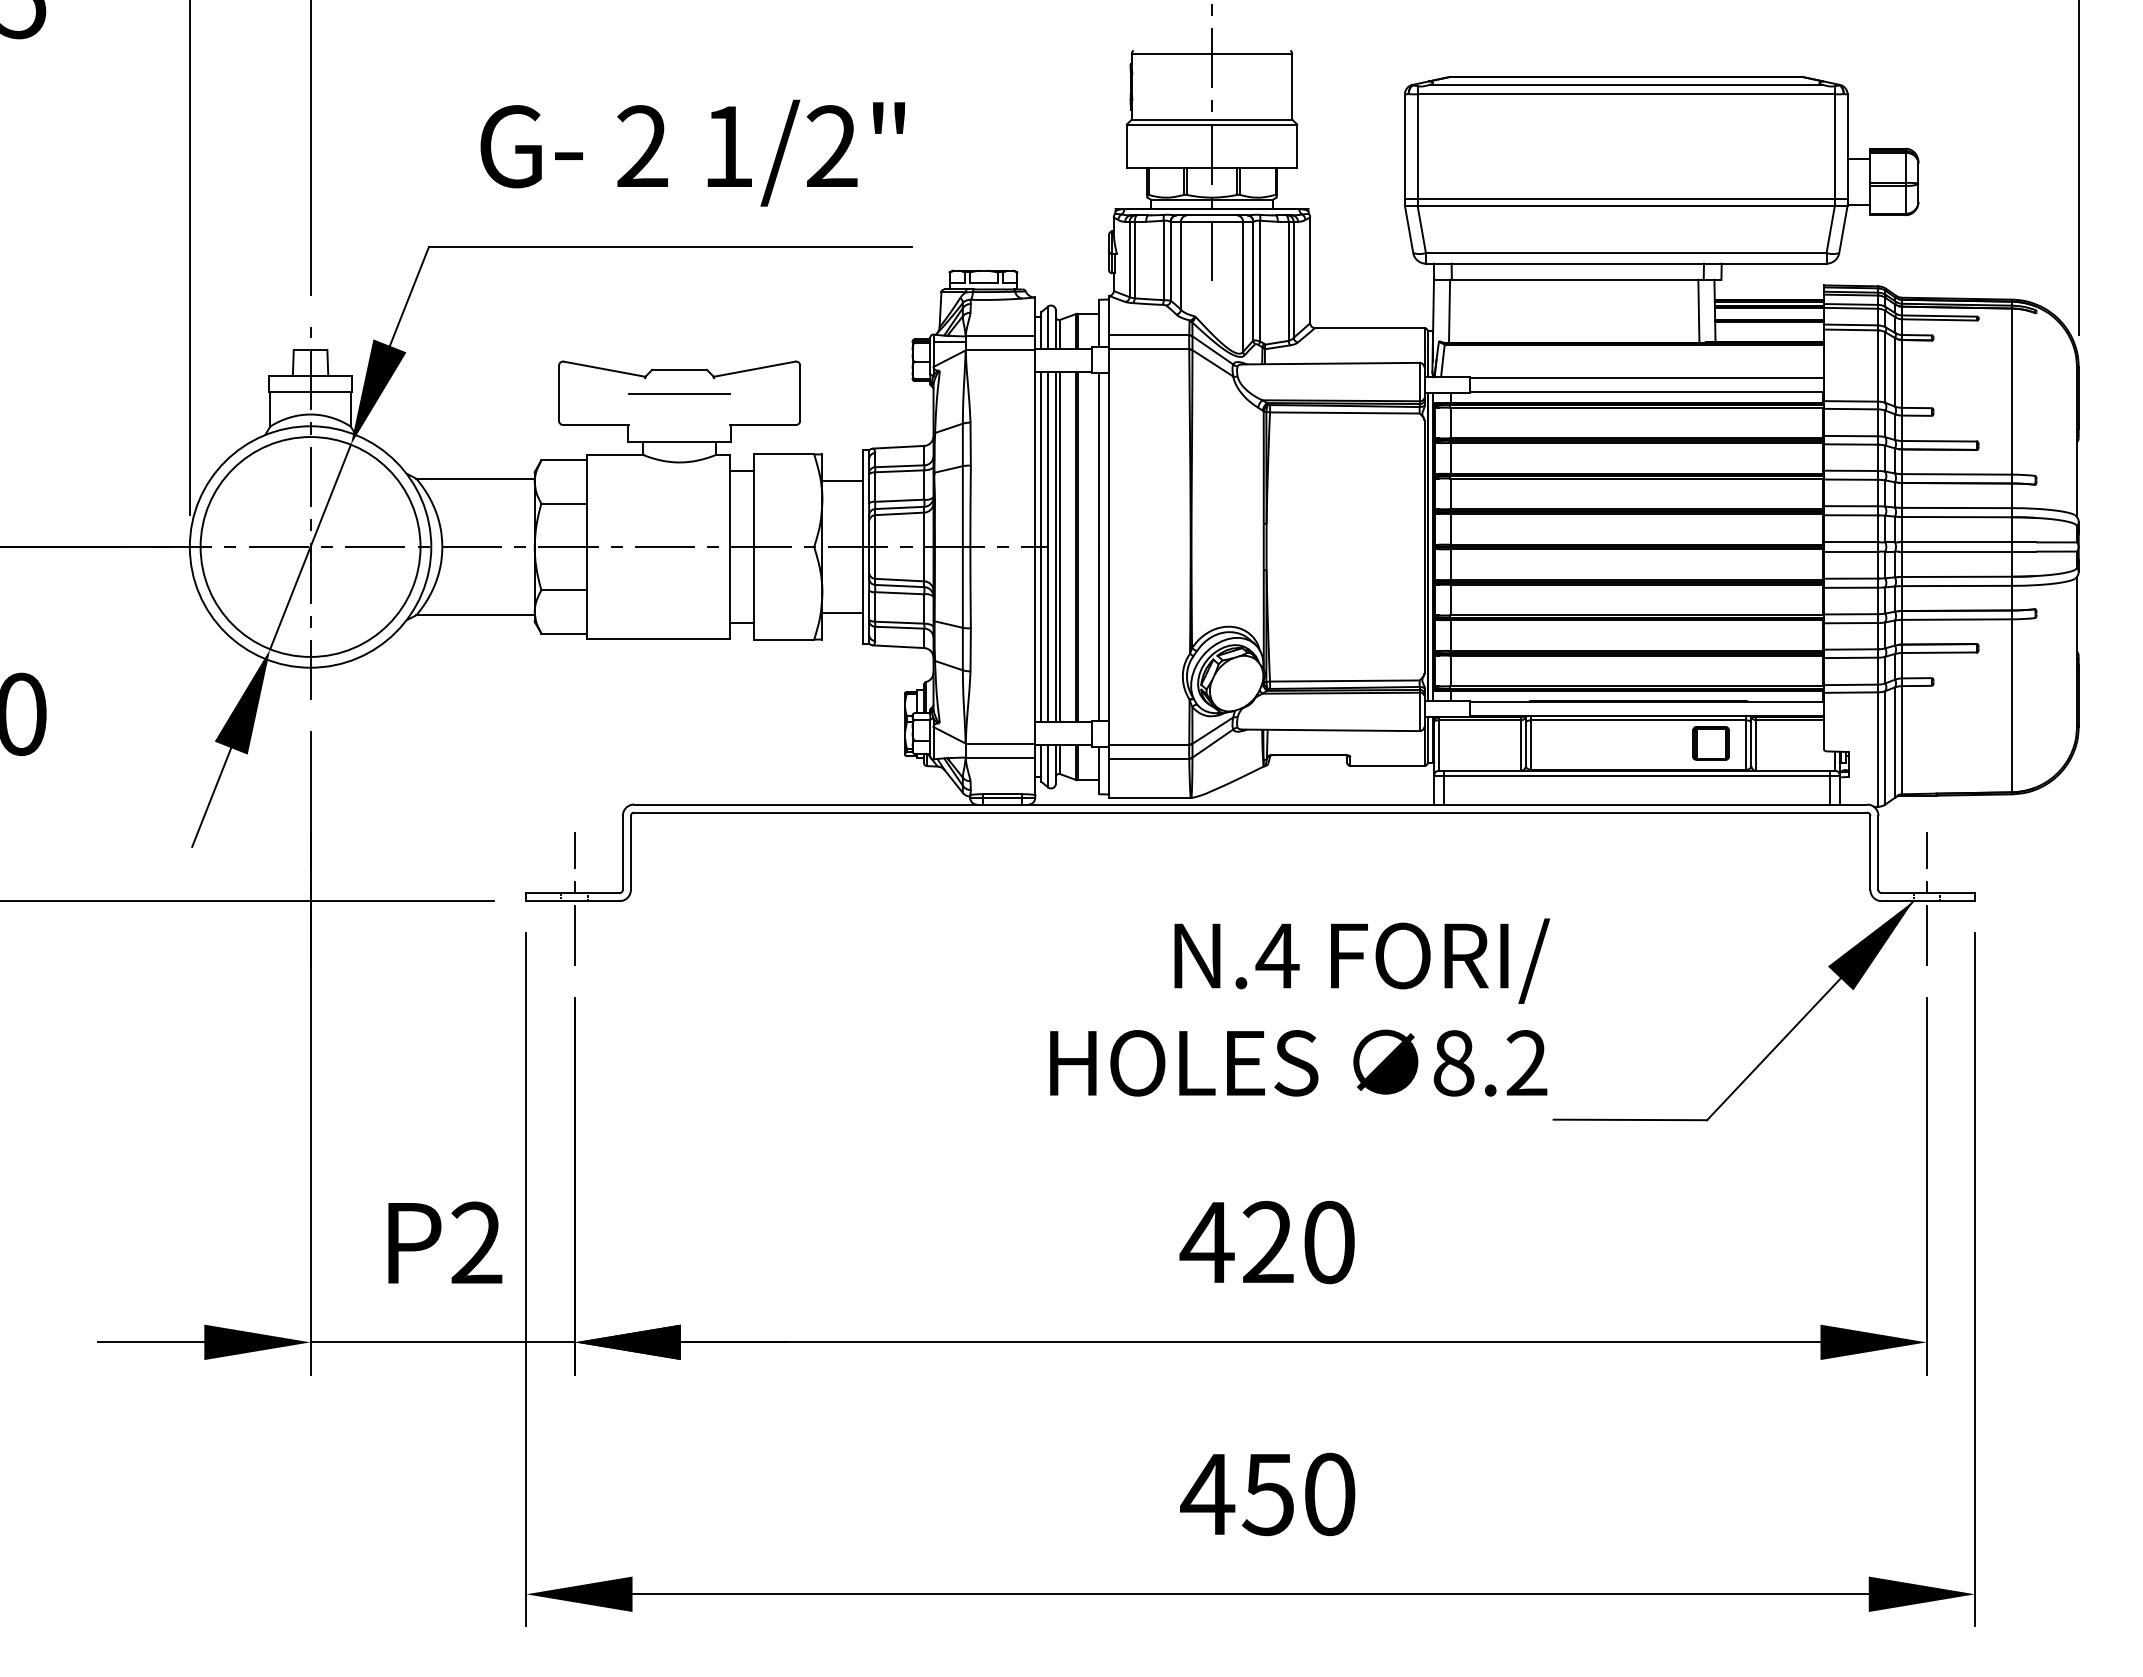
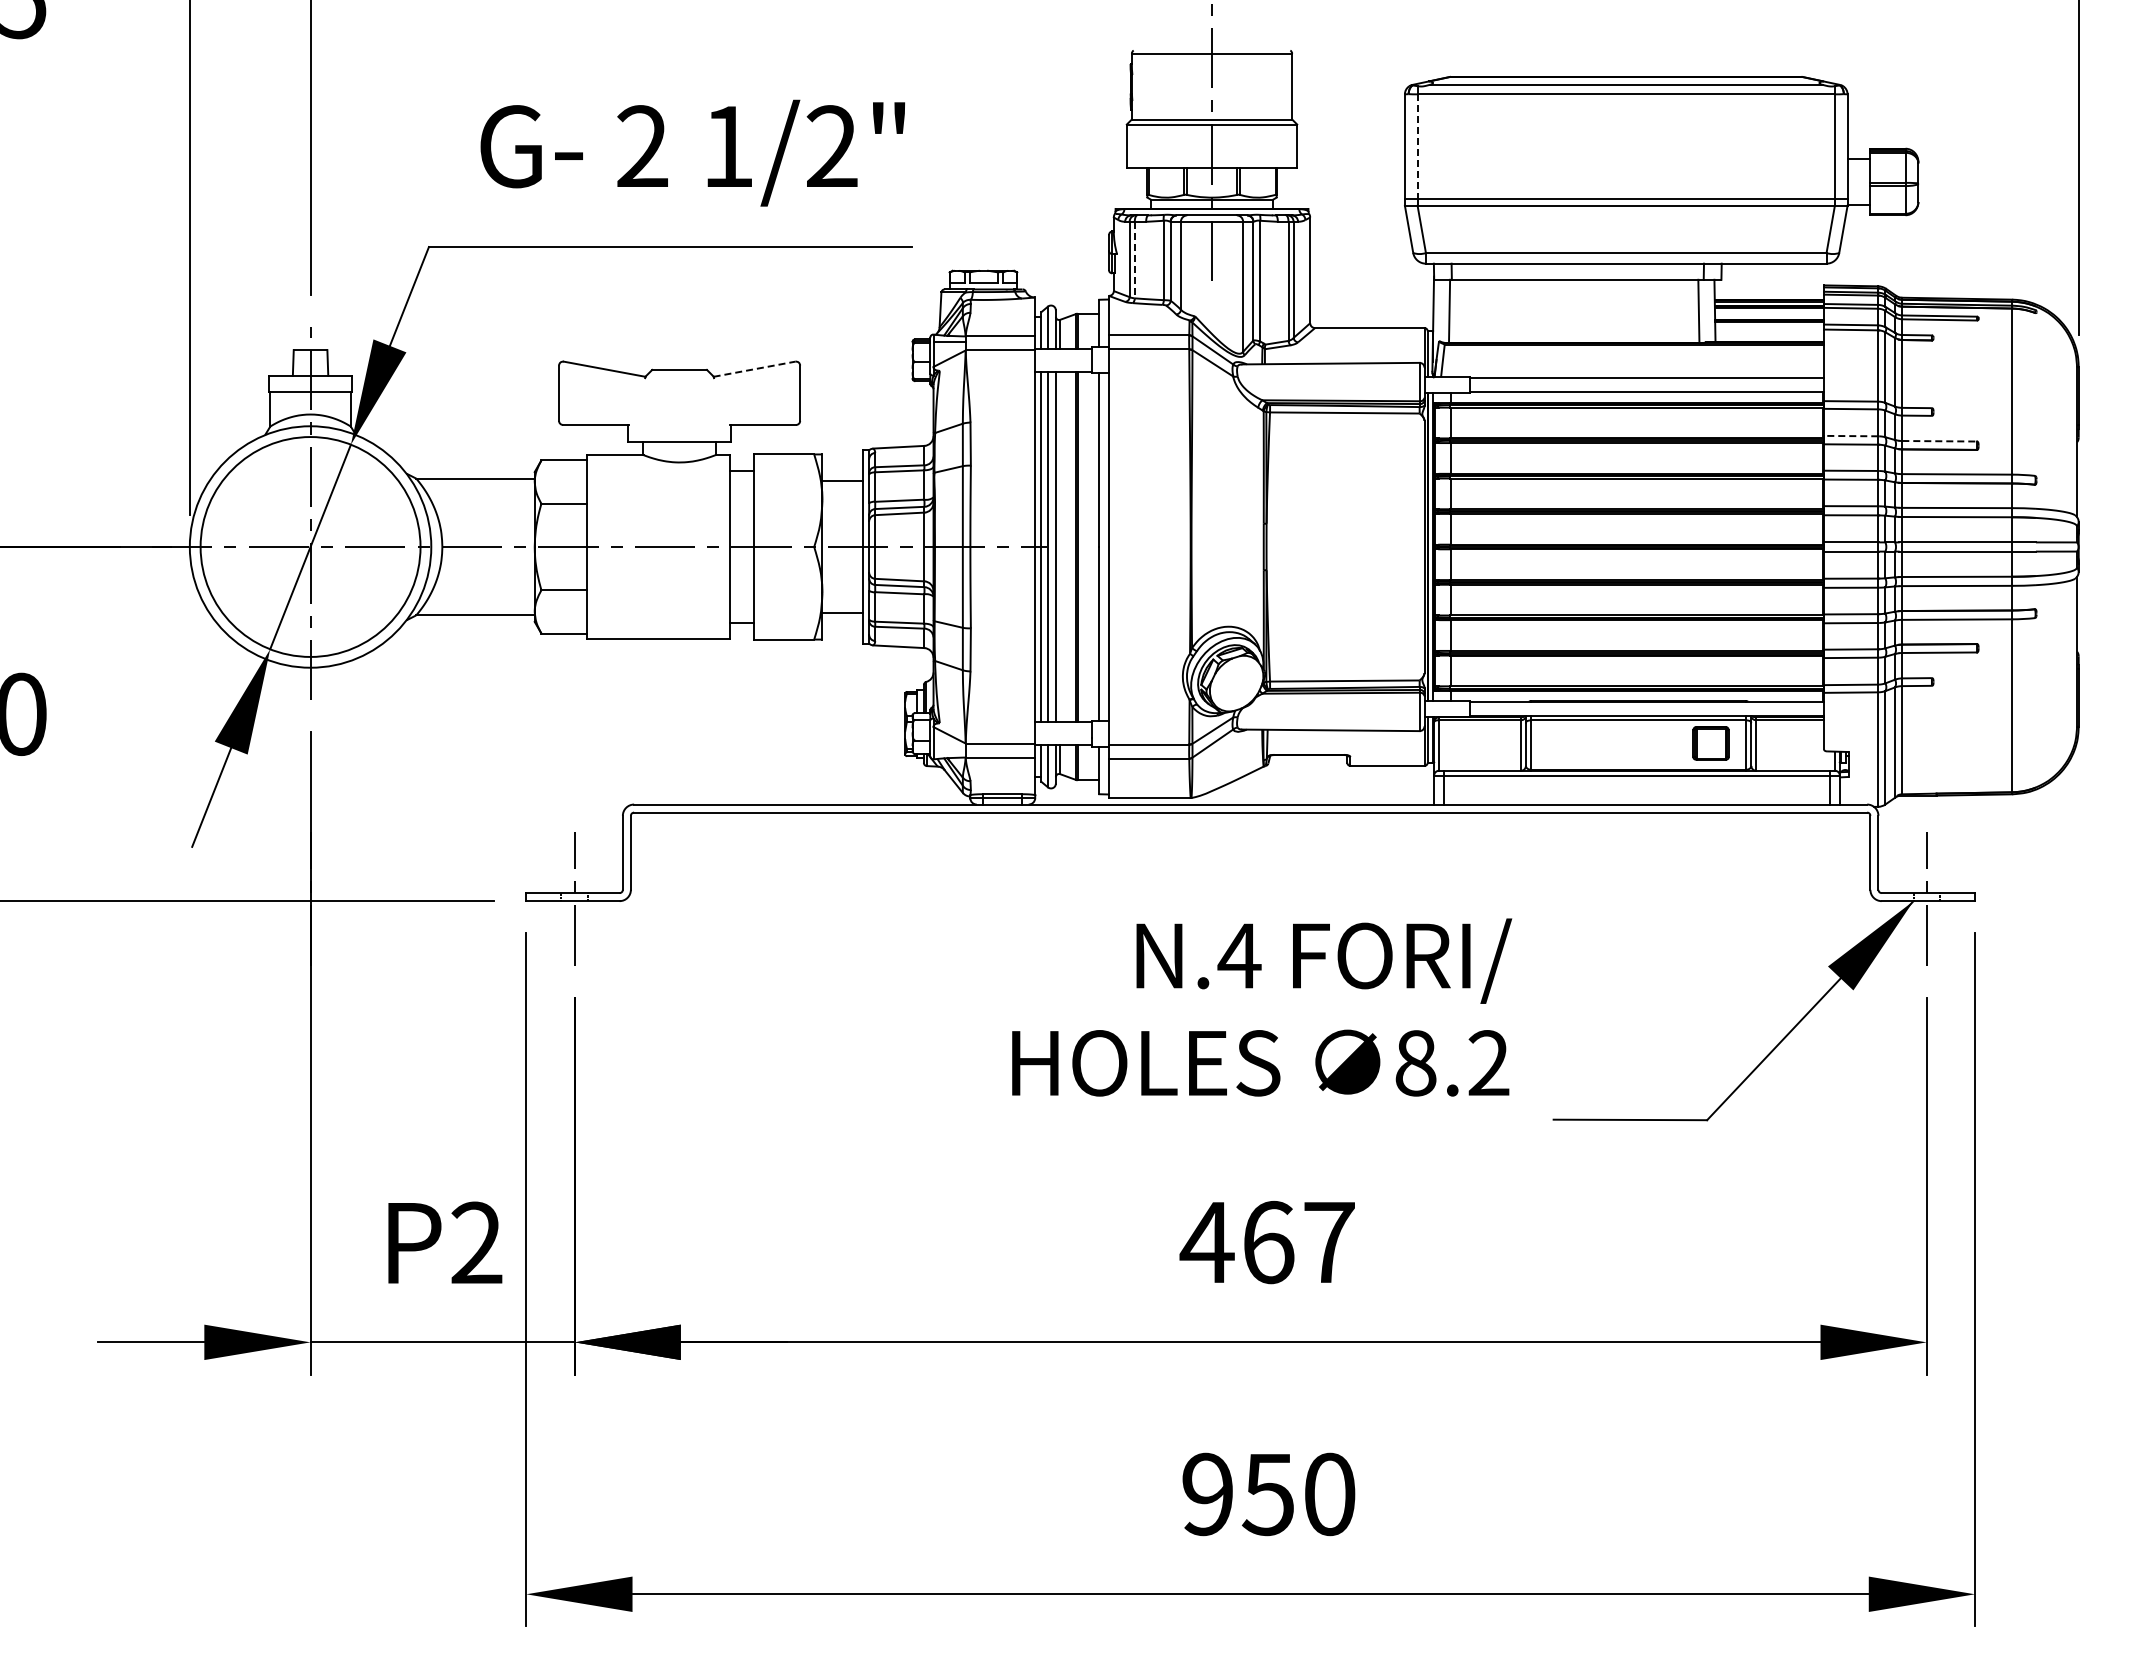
line at (1417, 147): solid -> dashed
line at (1134, 260): solid -> dashed
line at (754, 369): solid -> dashed
line at (679, 393): present -> none
line at (1850, 436): solid -> dashed
line at (1940, 441): solid -> dashed
line at (1060, 546): present -> none
text at (1300, 1007) position: (1300, 1007) -> (1262, 1007)
text at (1298, 1242): 420 -> 467
text at (1207, 1494): 450 -> 950
